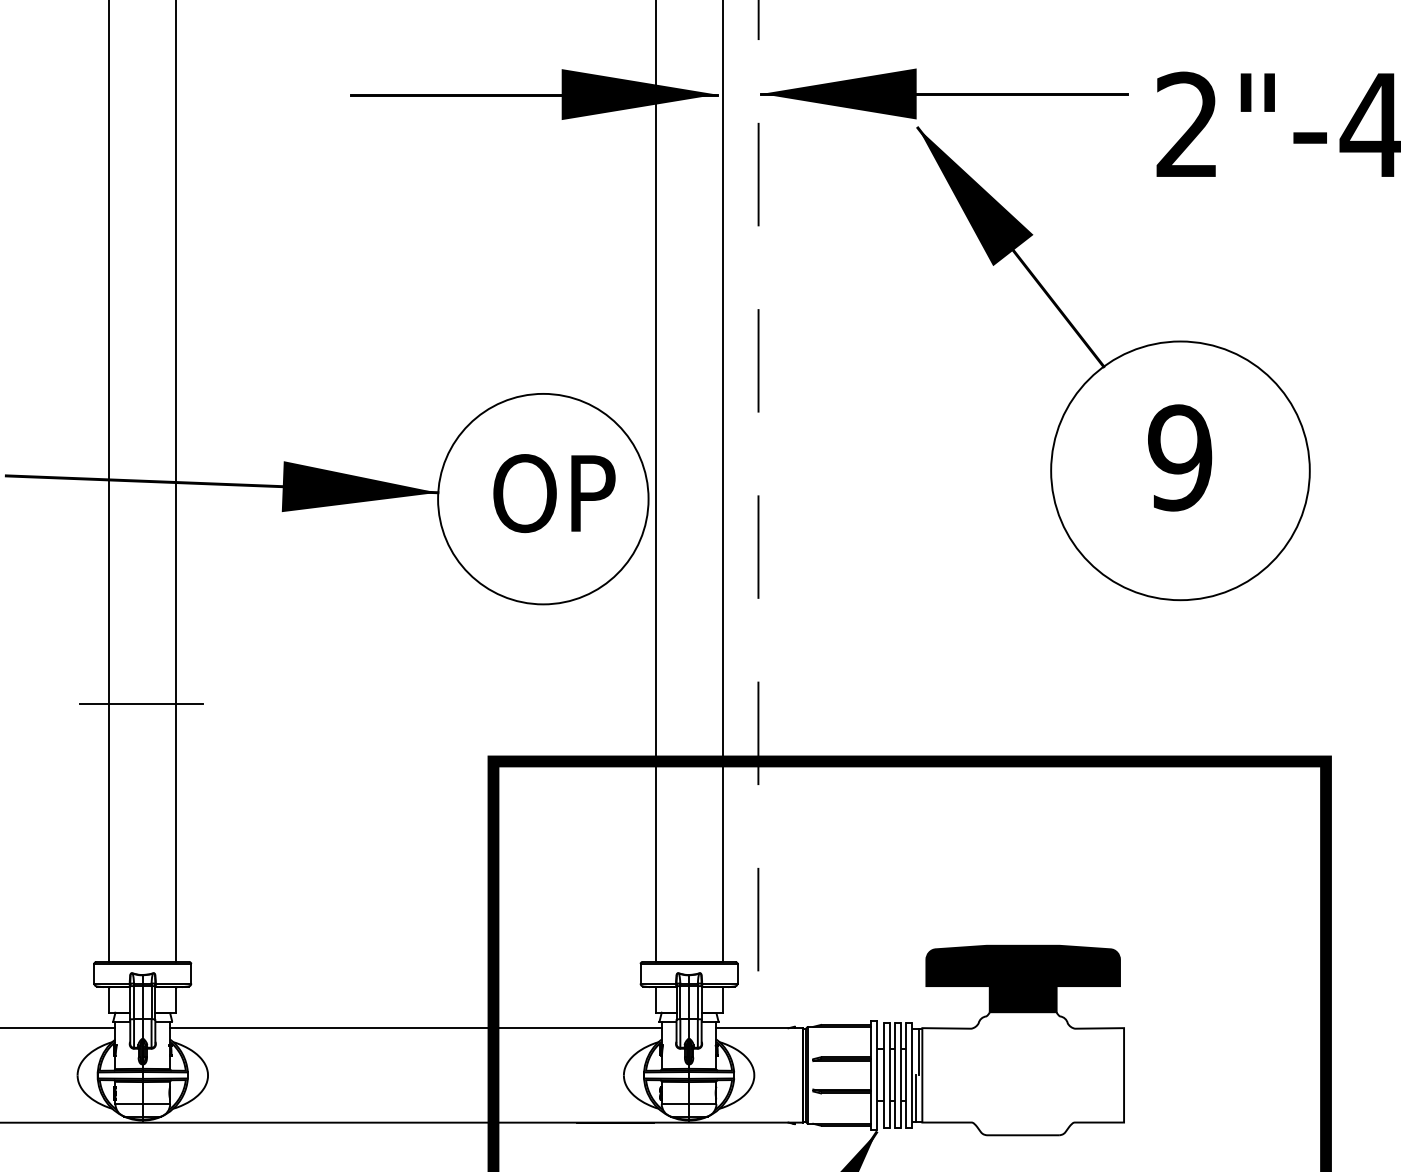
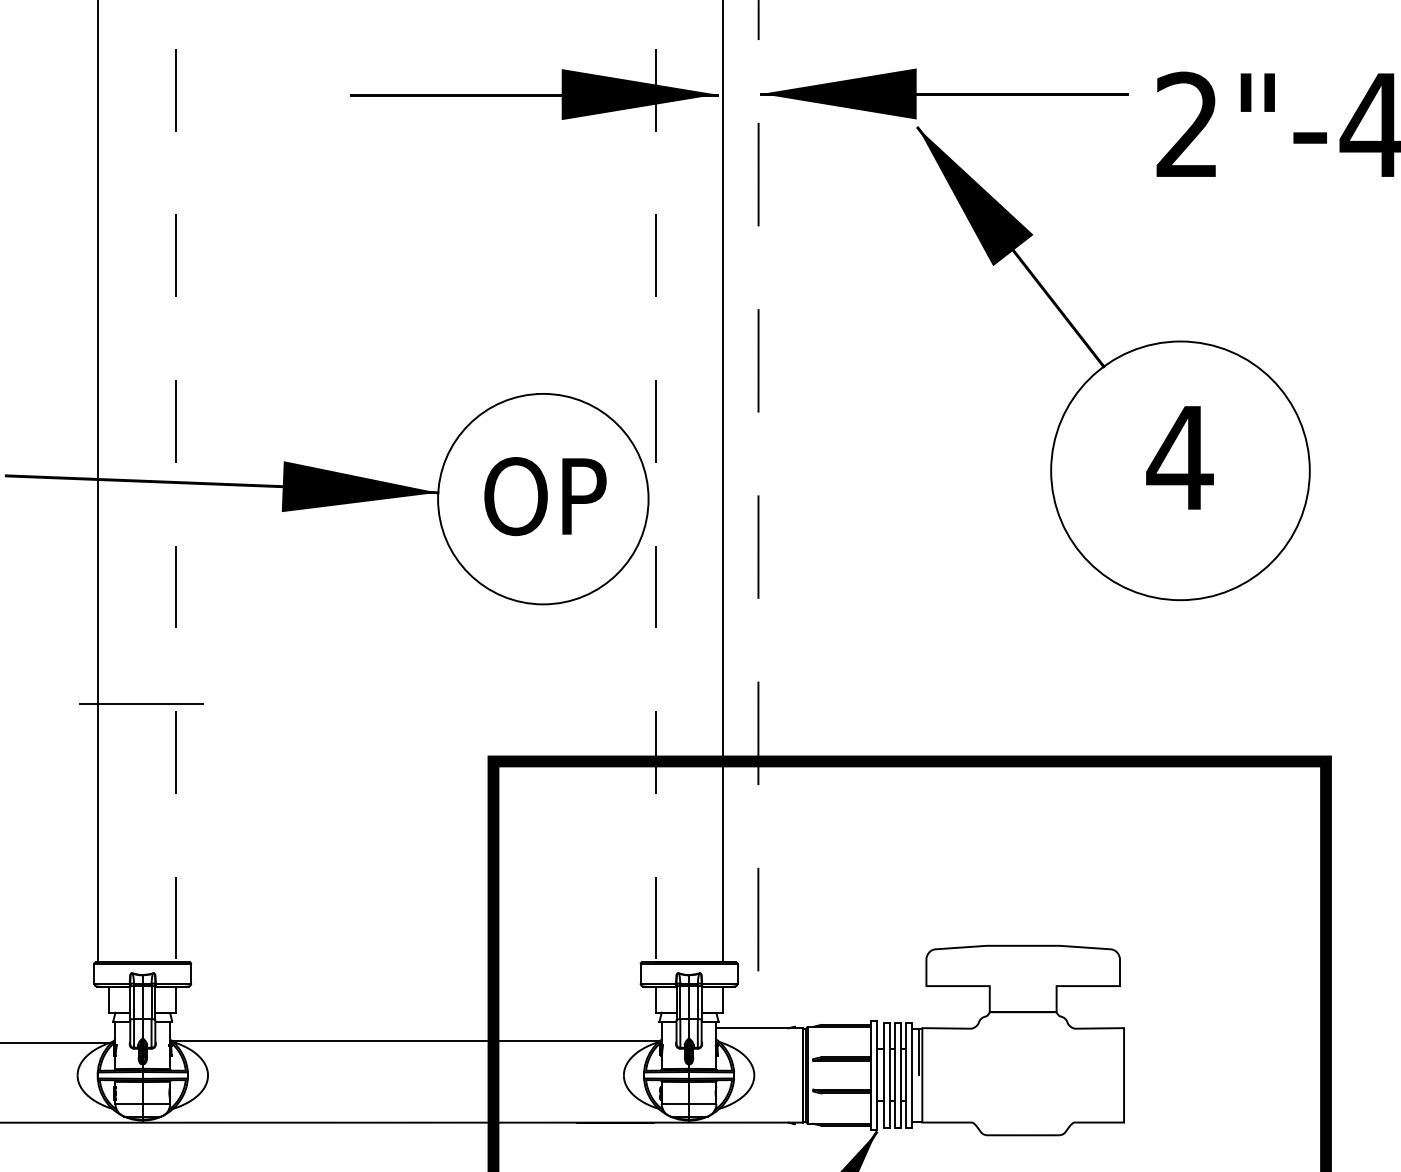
text at (1179, 457): 9 -> 4
line at (109, 481) position: (109, 481) -> (98, 481)
line at (176, 481): solid -> dashed
line at (655, 481): solid -> dashed
text at (554, 493) position: (554, 493) -> (545, 496)
fill at (1022, 978): present -> none
line at (58, 1028) position: (58, 1028) -> (58, 1043)
line at (415, 1028) position: (415, 1028) -> (415, 1041)
line at (915, 1098): present -> none
